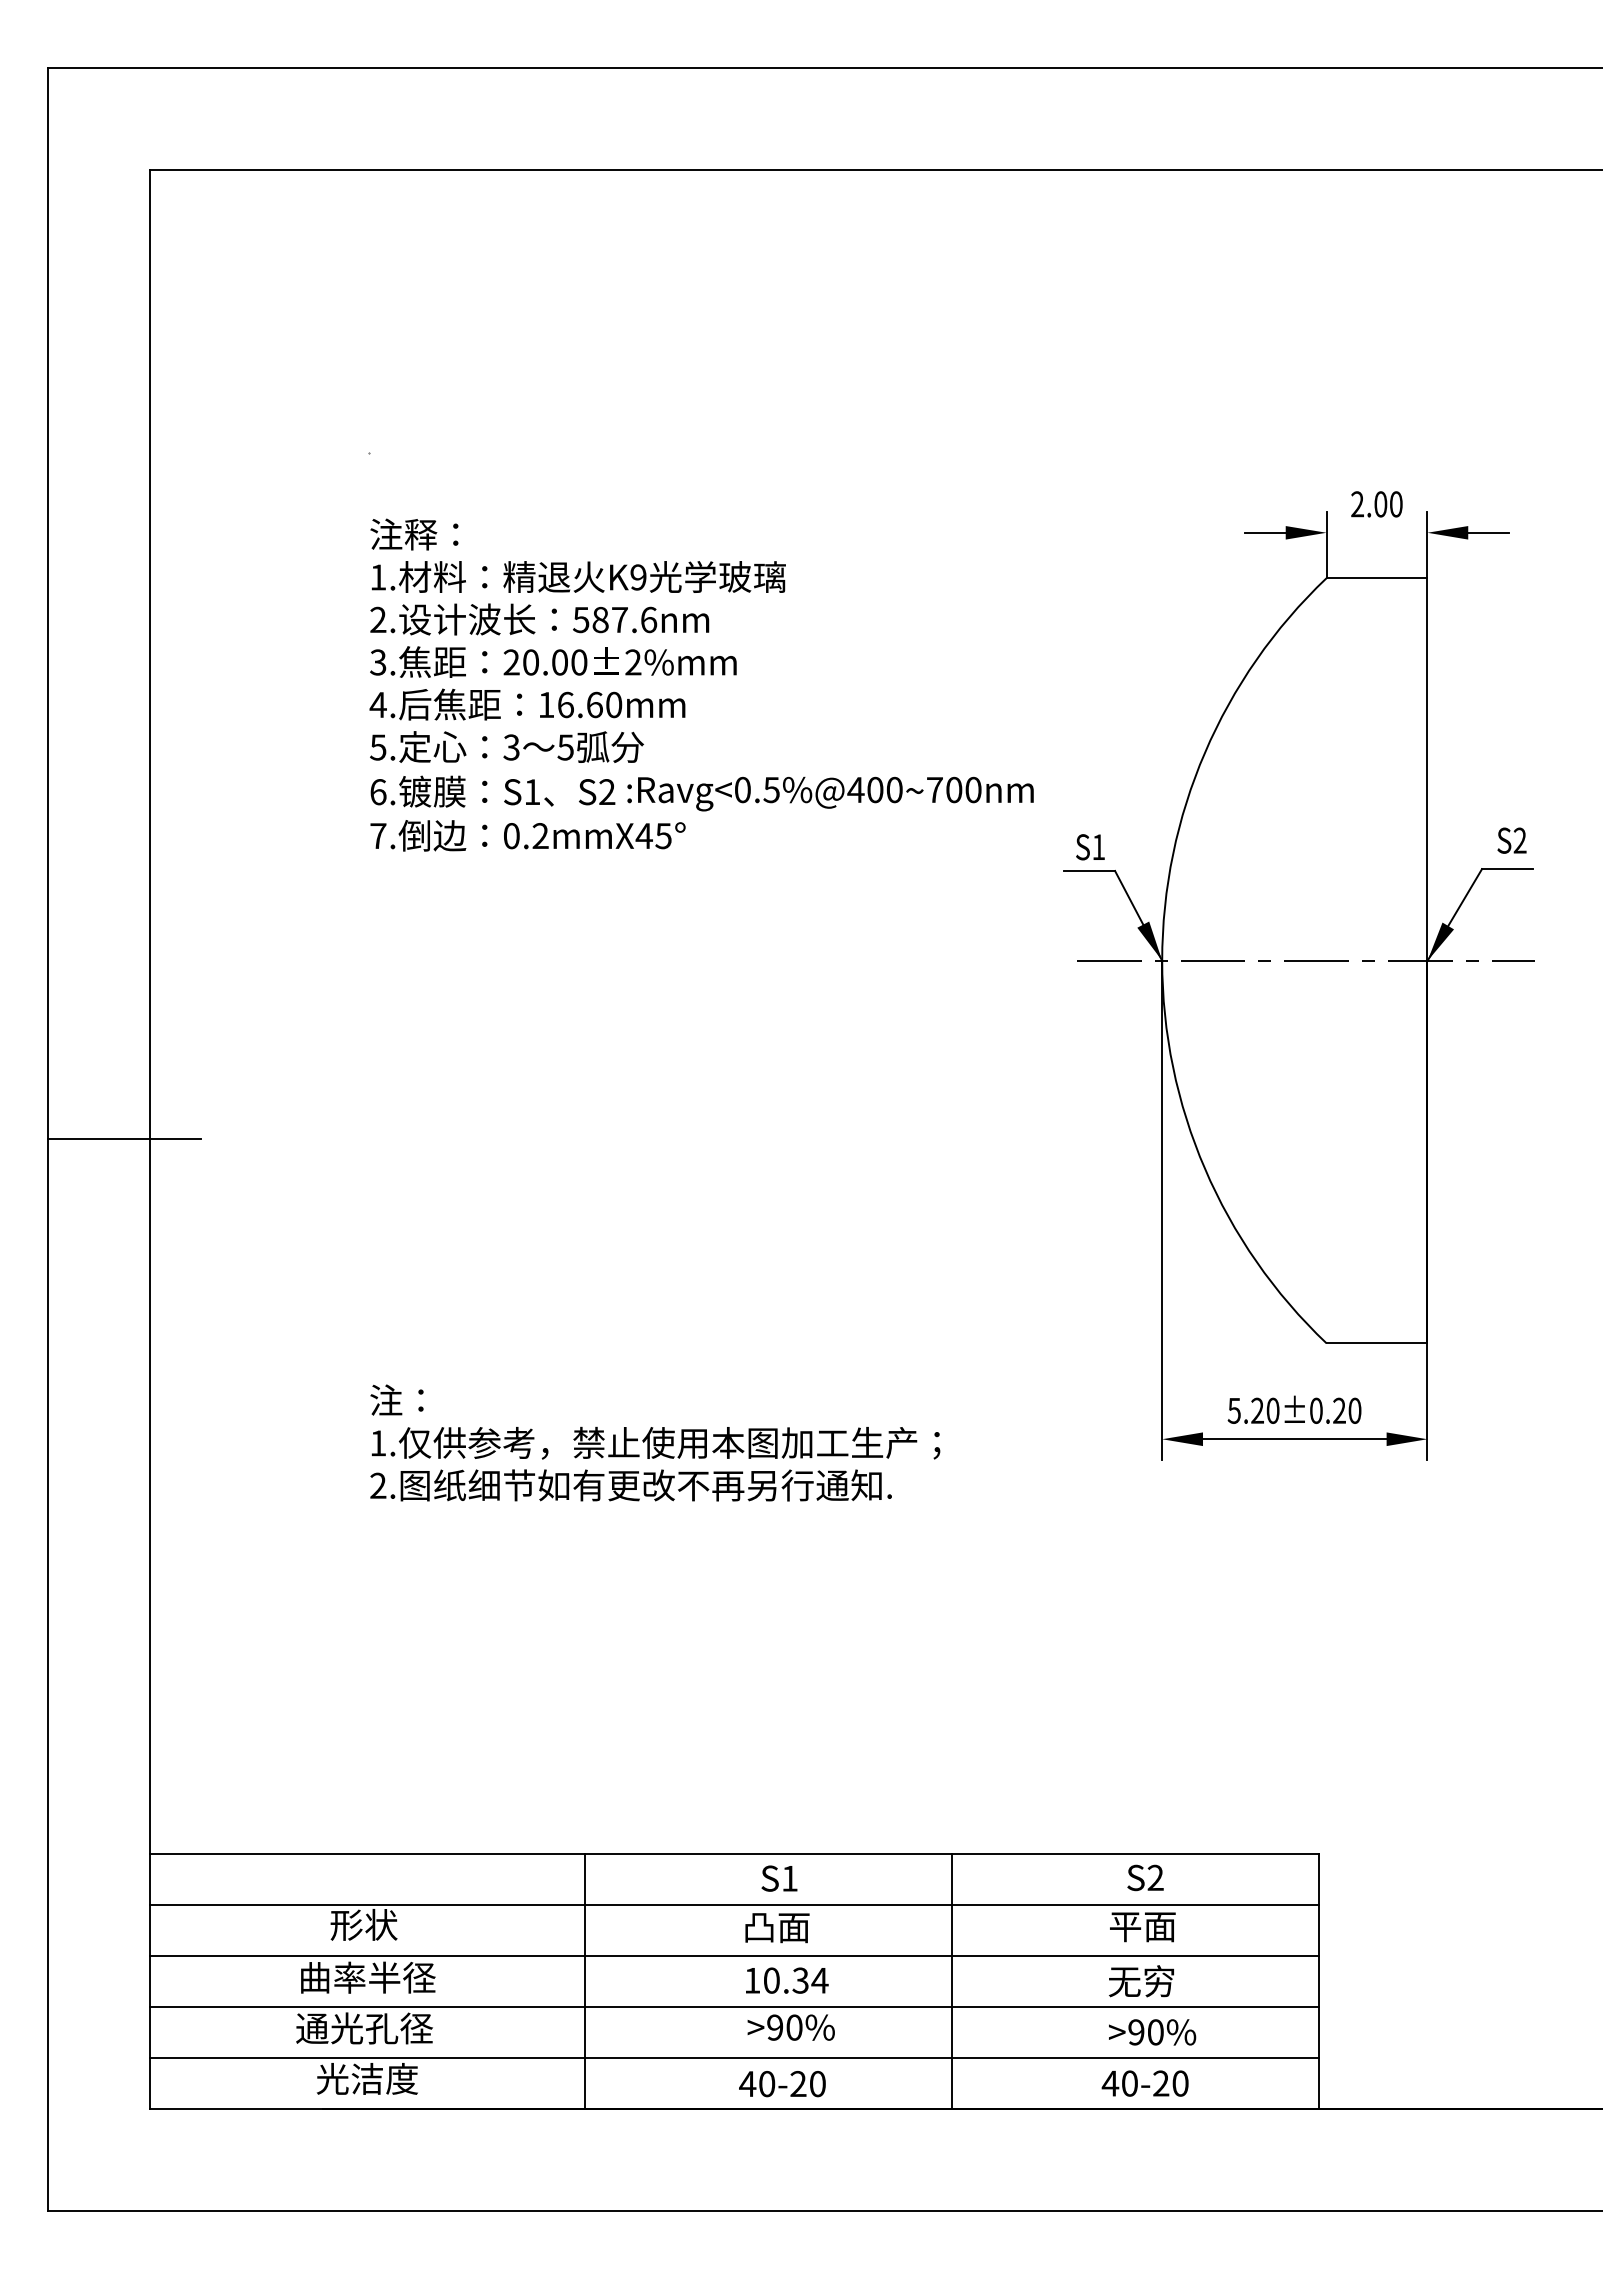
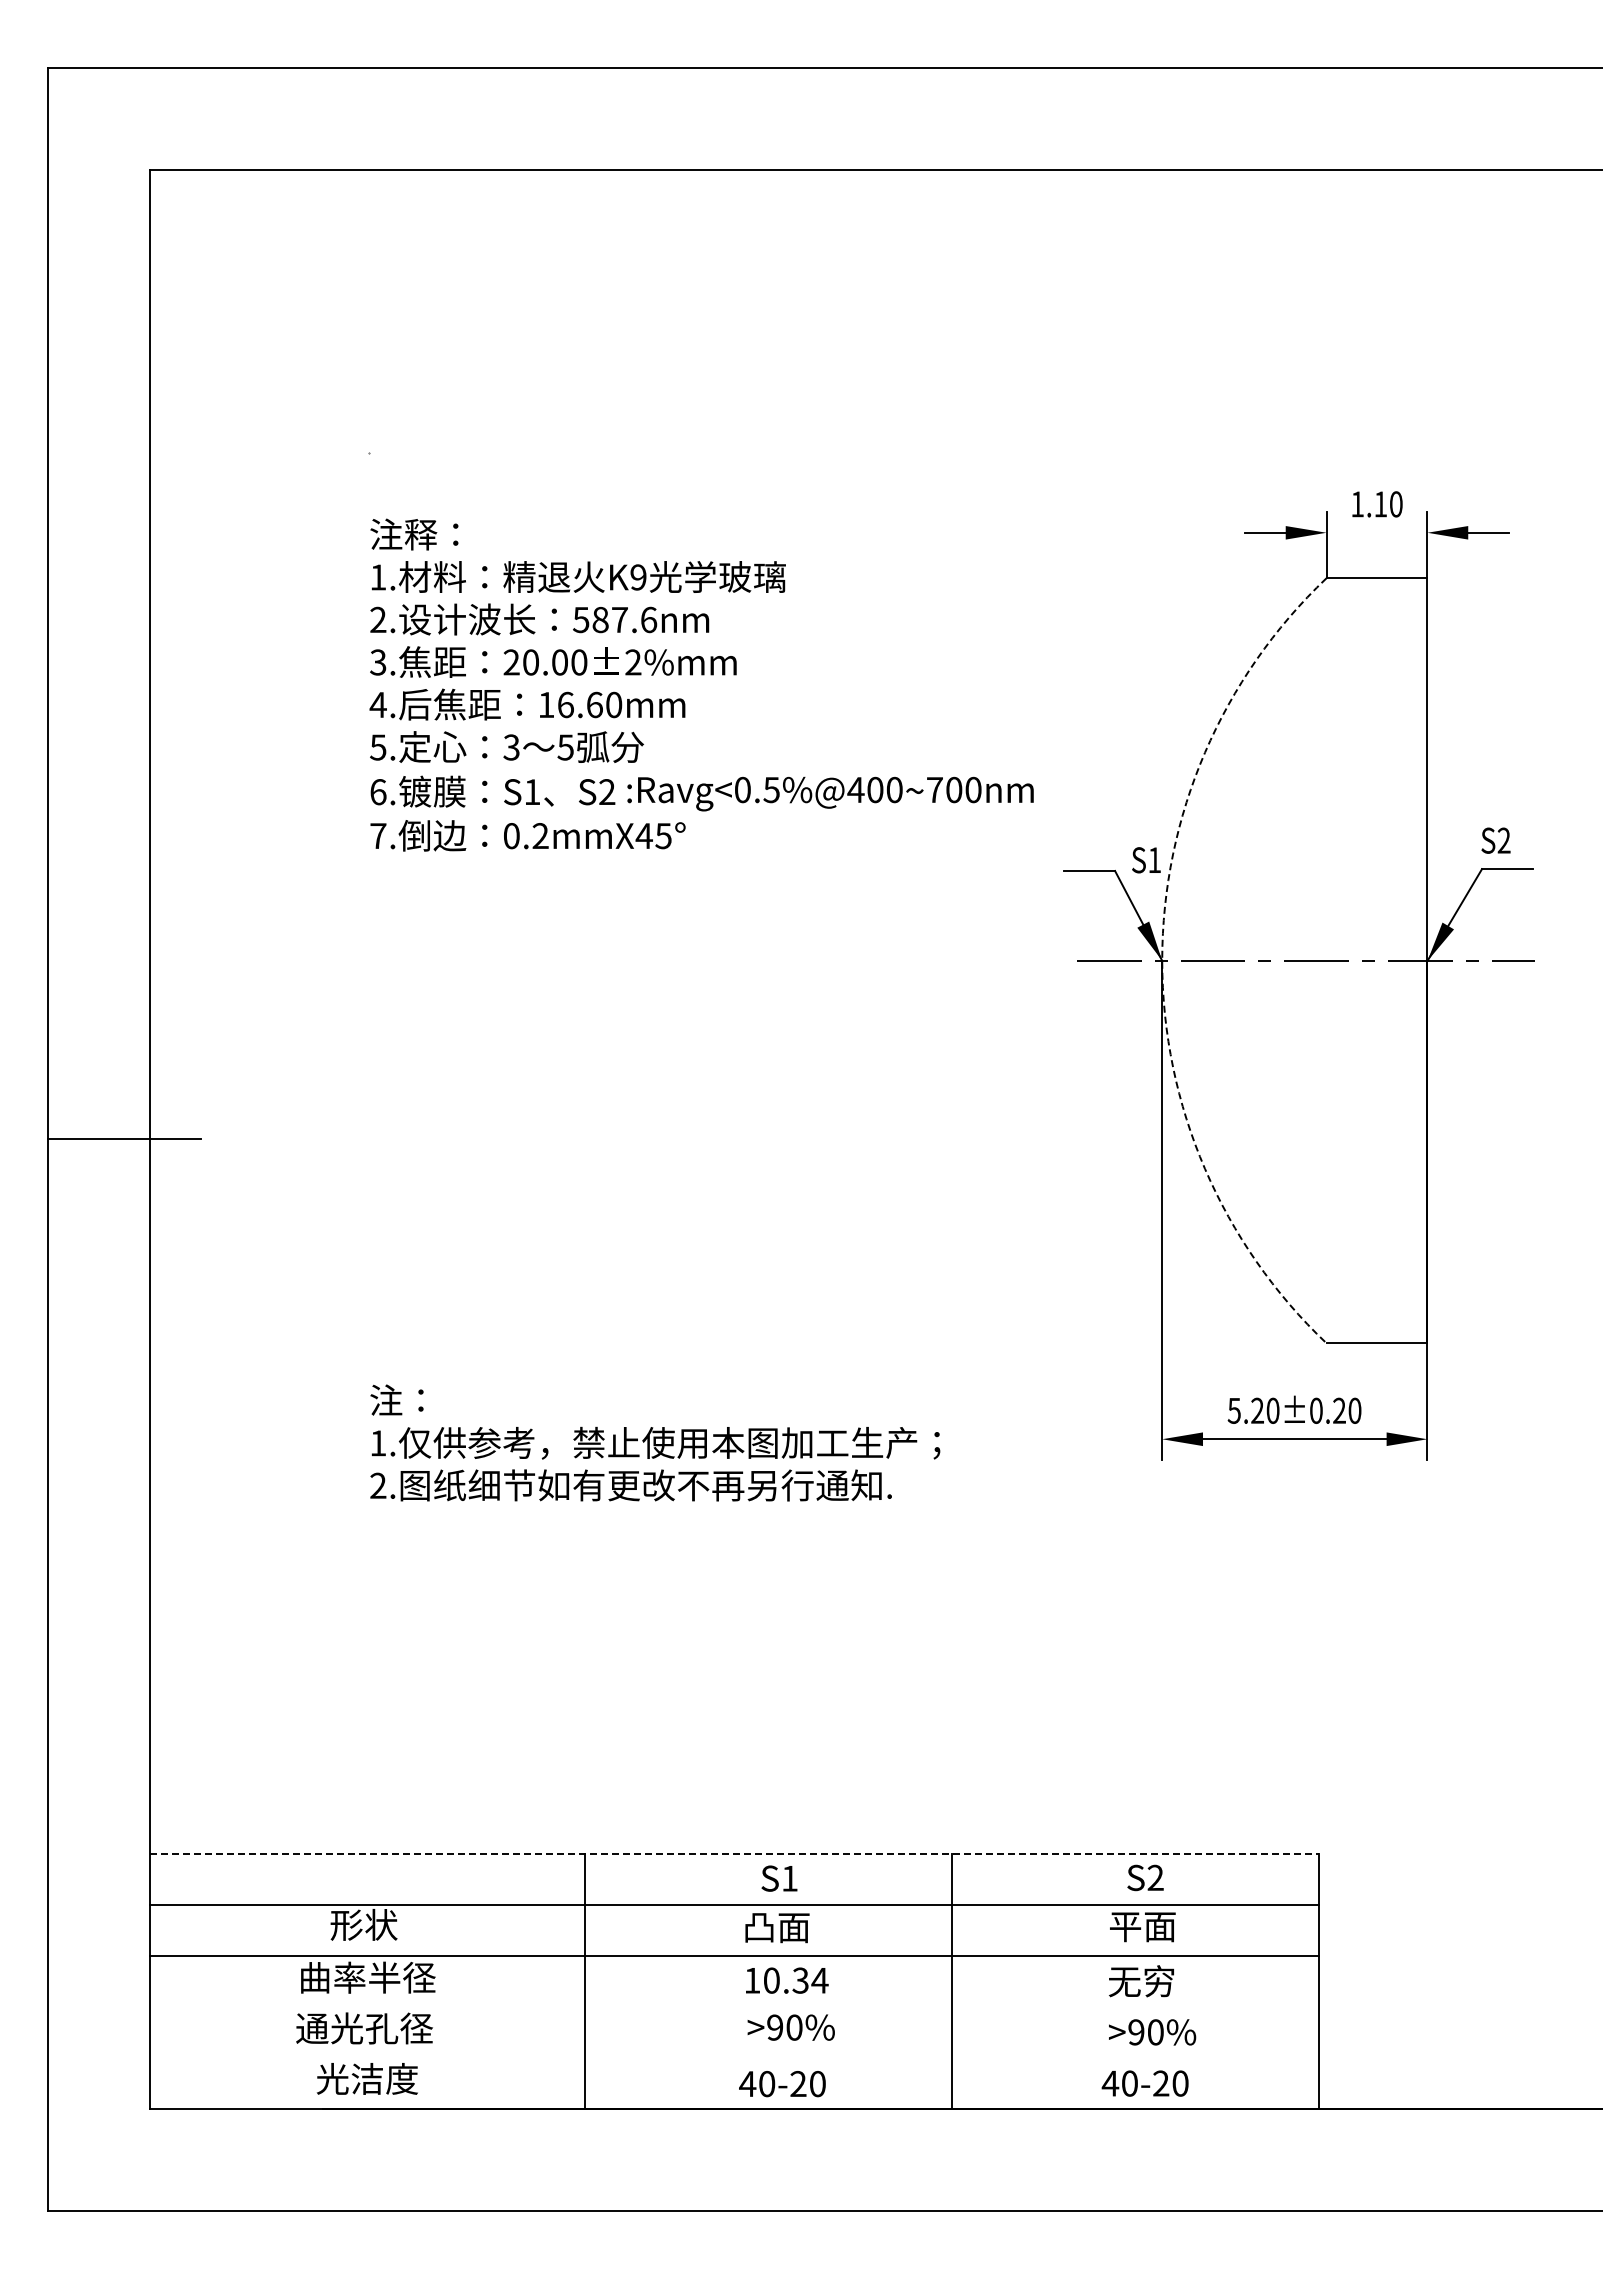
text at (1369, 504): 2.00 -> 1.10
text at (1511, 840) position: (1511, 840) -> (1495, 840)
text at (1090, 847) position: (1090, 847) -> (1146, 860)
arc at (1162, 960): solid -> dashed
line at (734, 1853): solid -> dashed
line at (734, 2006): present -> none
line at (734, 2057): present -> none
